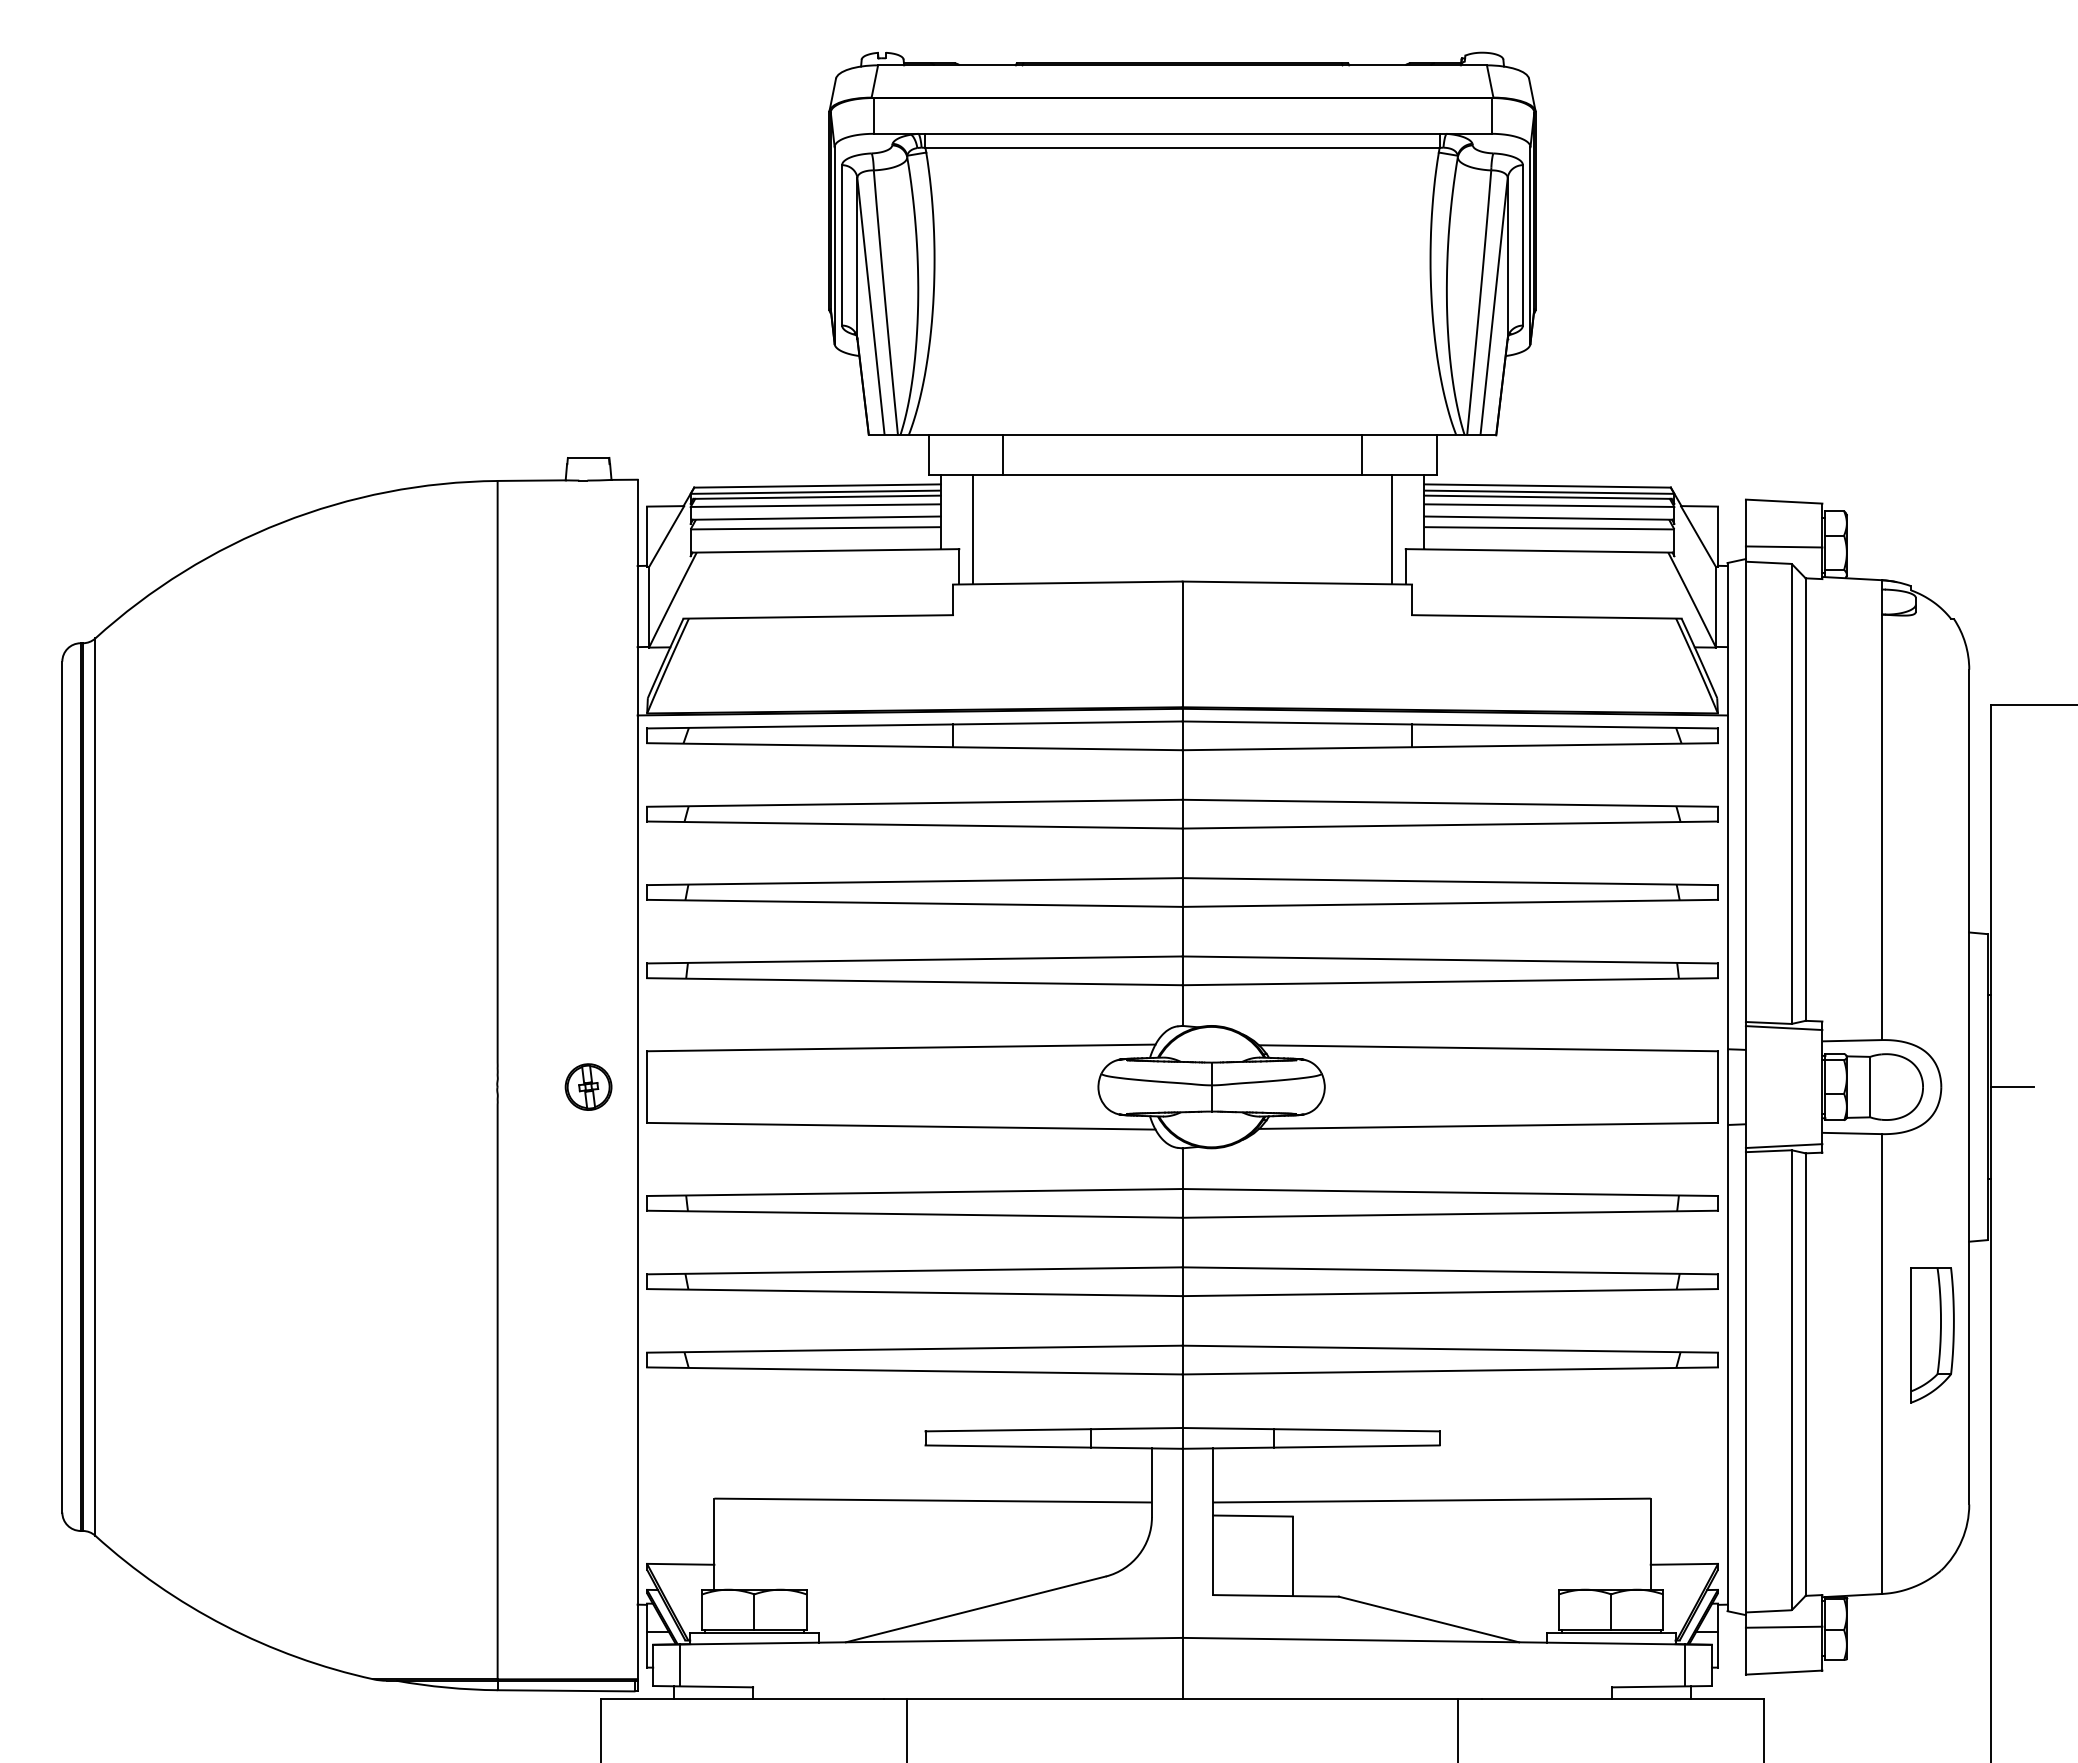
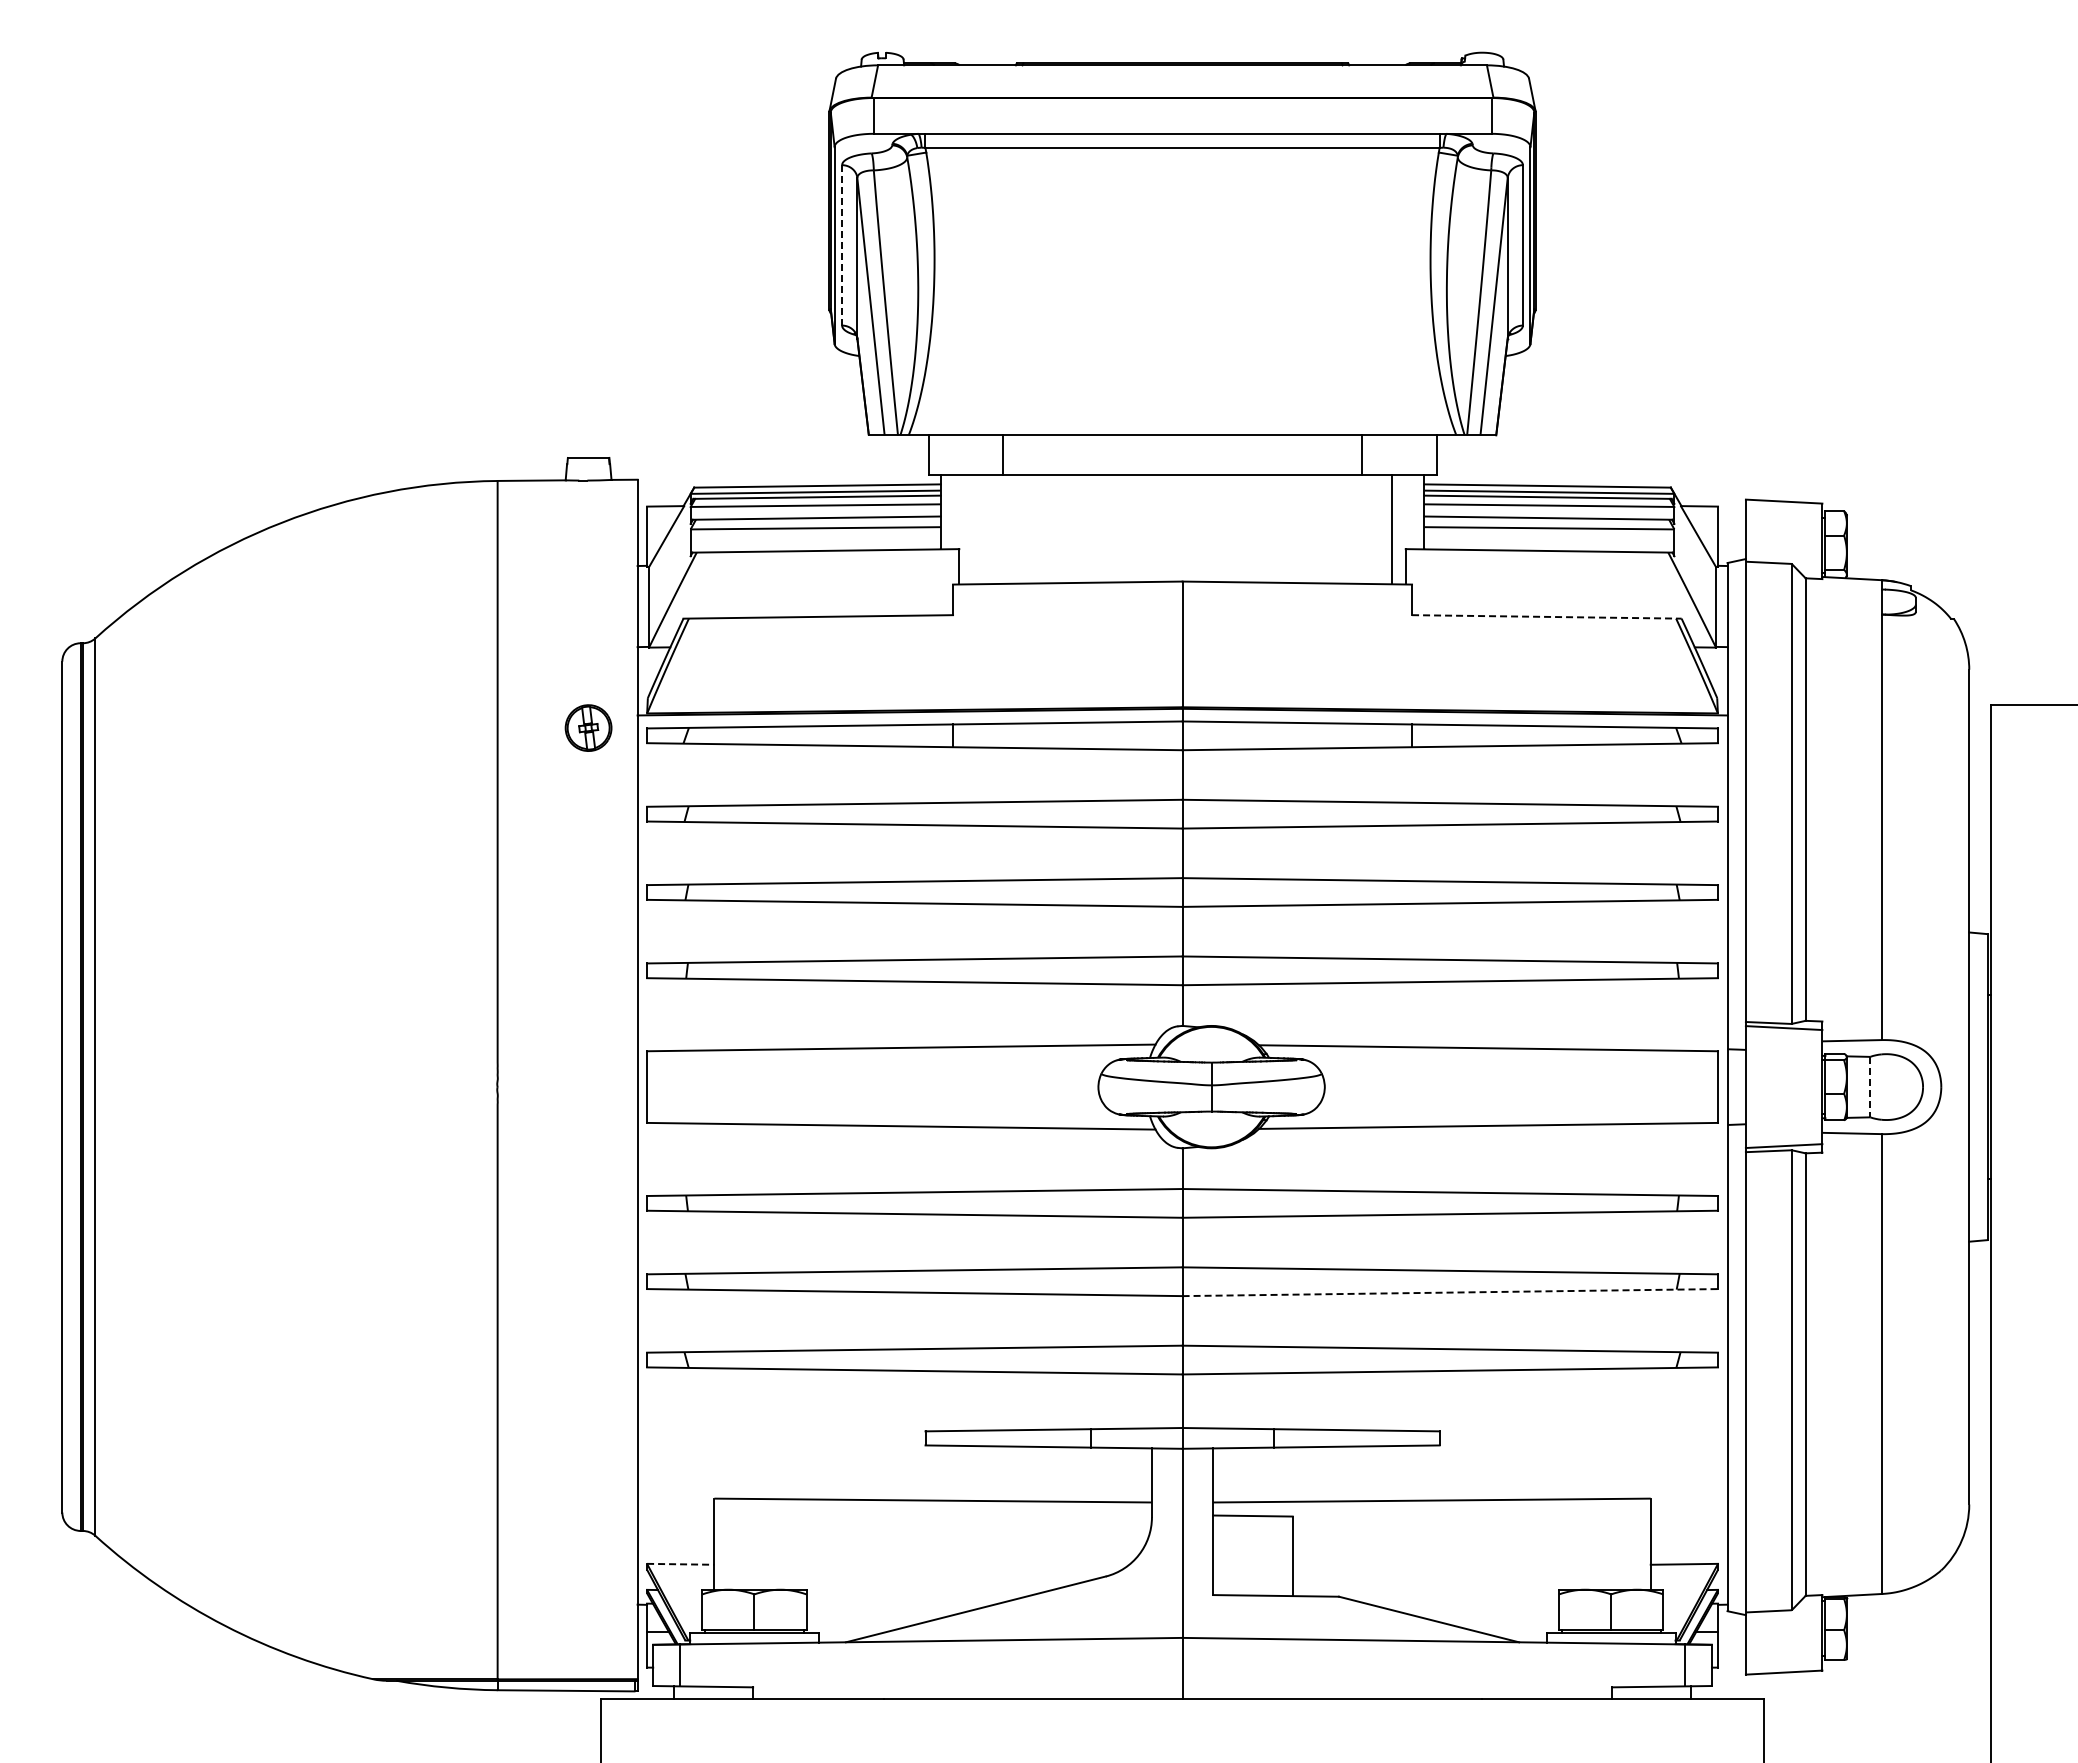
line at (842, 245): solid -> dashed
line at (972, 529): present -> none
line at (1783, 546): present -> none
line at (1546, 616): solid -> dashed
part at (588, 1086) position: (588, 1086) -> (588, 727)
line at (1870, 1087): solid -> dashed
line at (2011, 1087): present -> none
line at (1450, 1292): solid -> dashed
part at (1932, 1335): present -> none
line at (680, 1564): solid -> dashed
line at (1783, 1626): present -> none
line at (907, 1729): present -> none
line at (1458, 1729): present -> none
